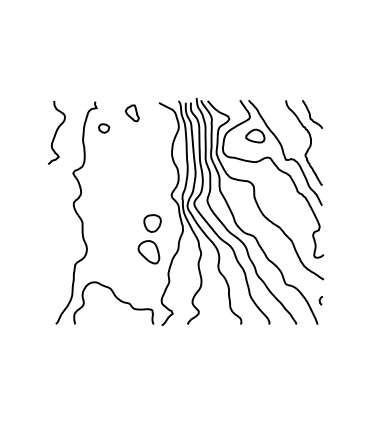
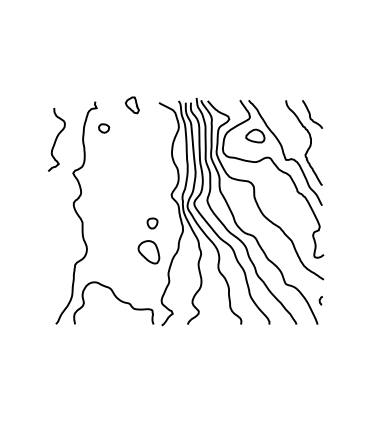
part at (131, 113) position: (131, 113) -> (131, 105)
curve at (56, 132) position: (56, 132) -> (56, 139)
part at (152, 223) size: 19x19 px -> 13x13 px
